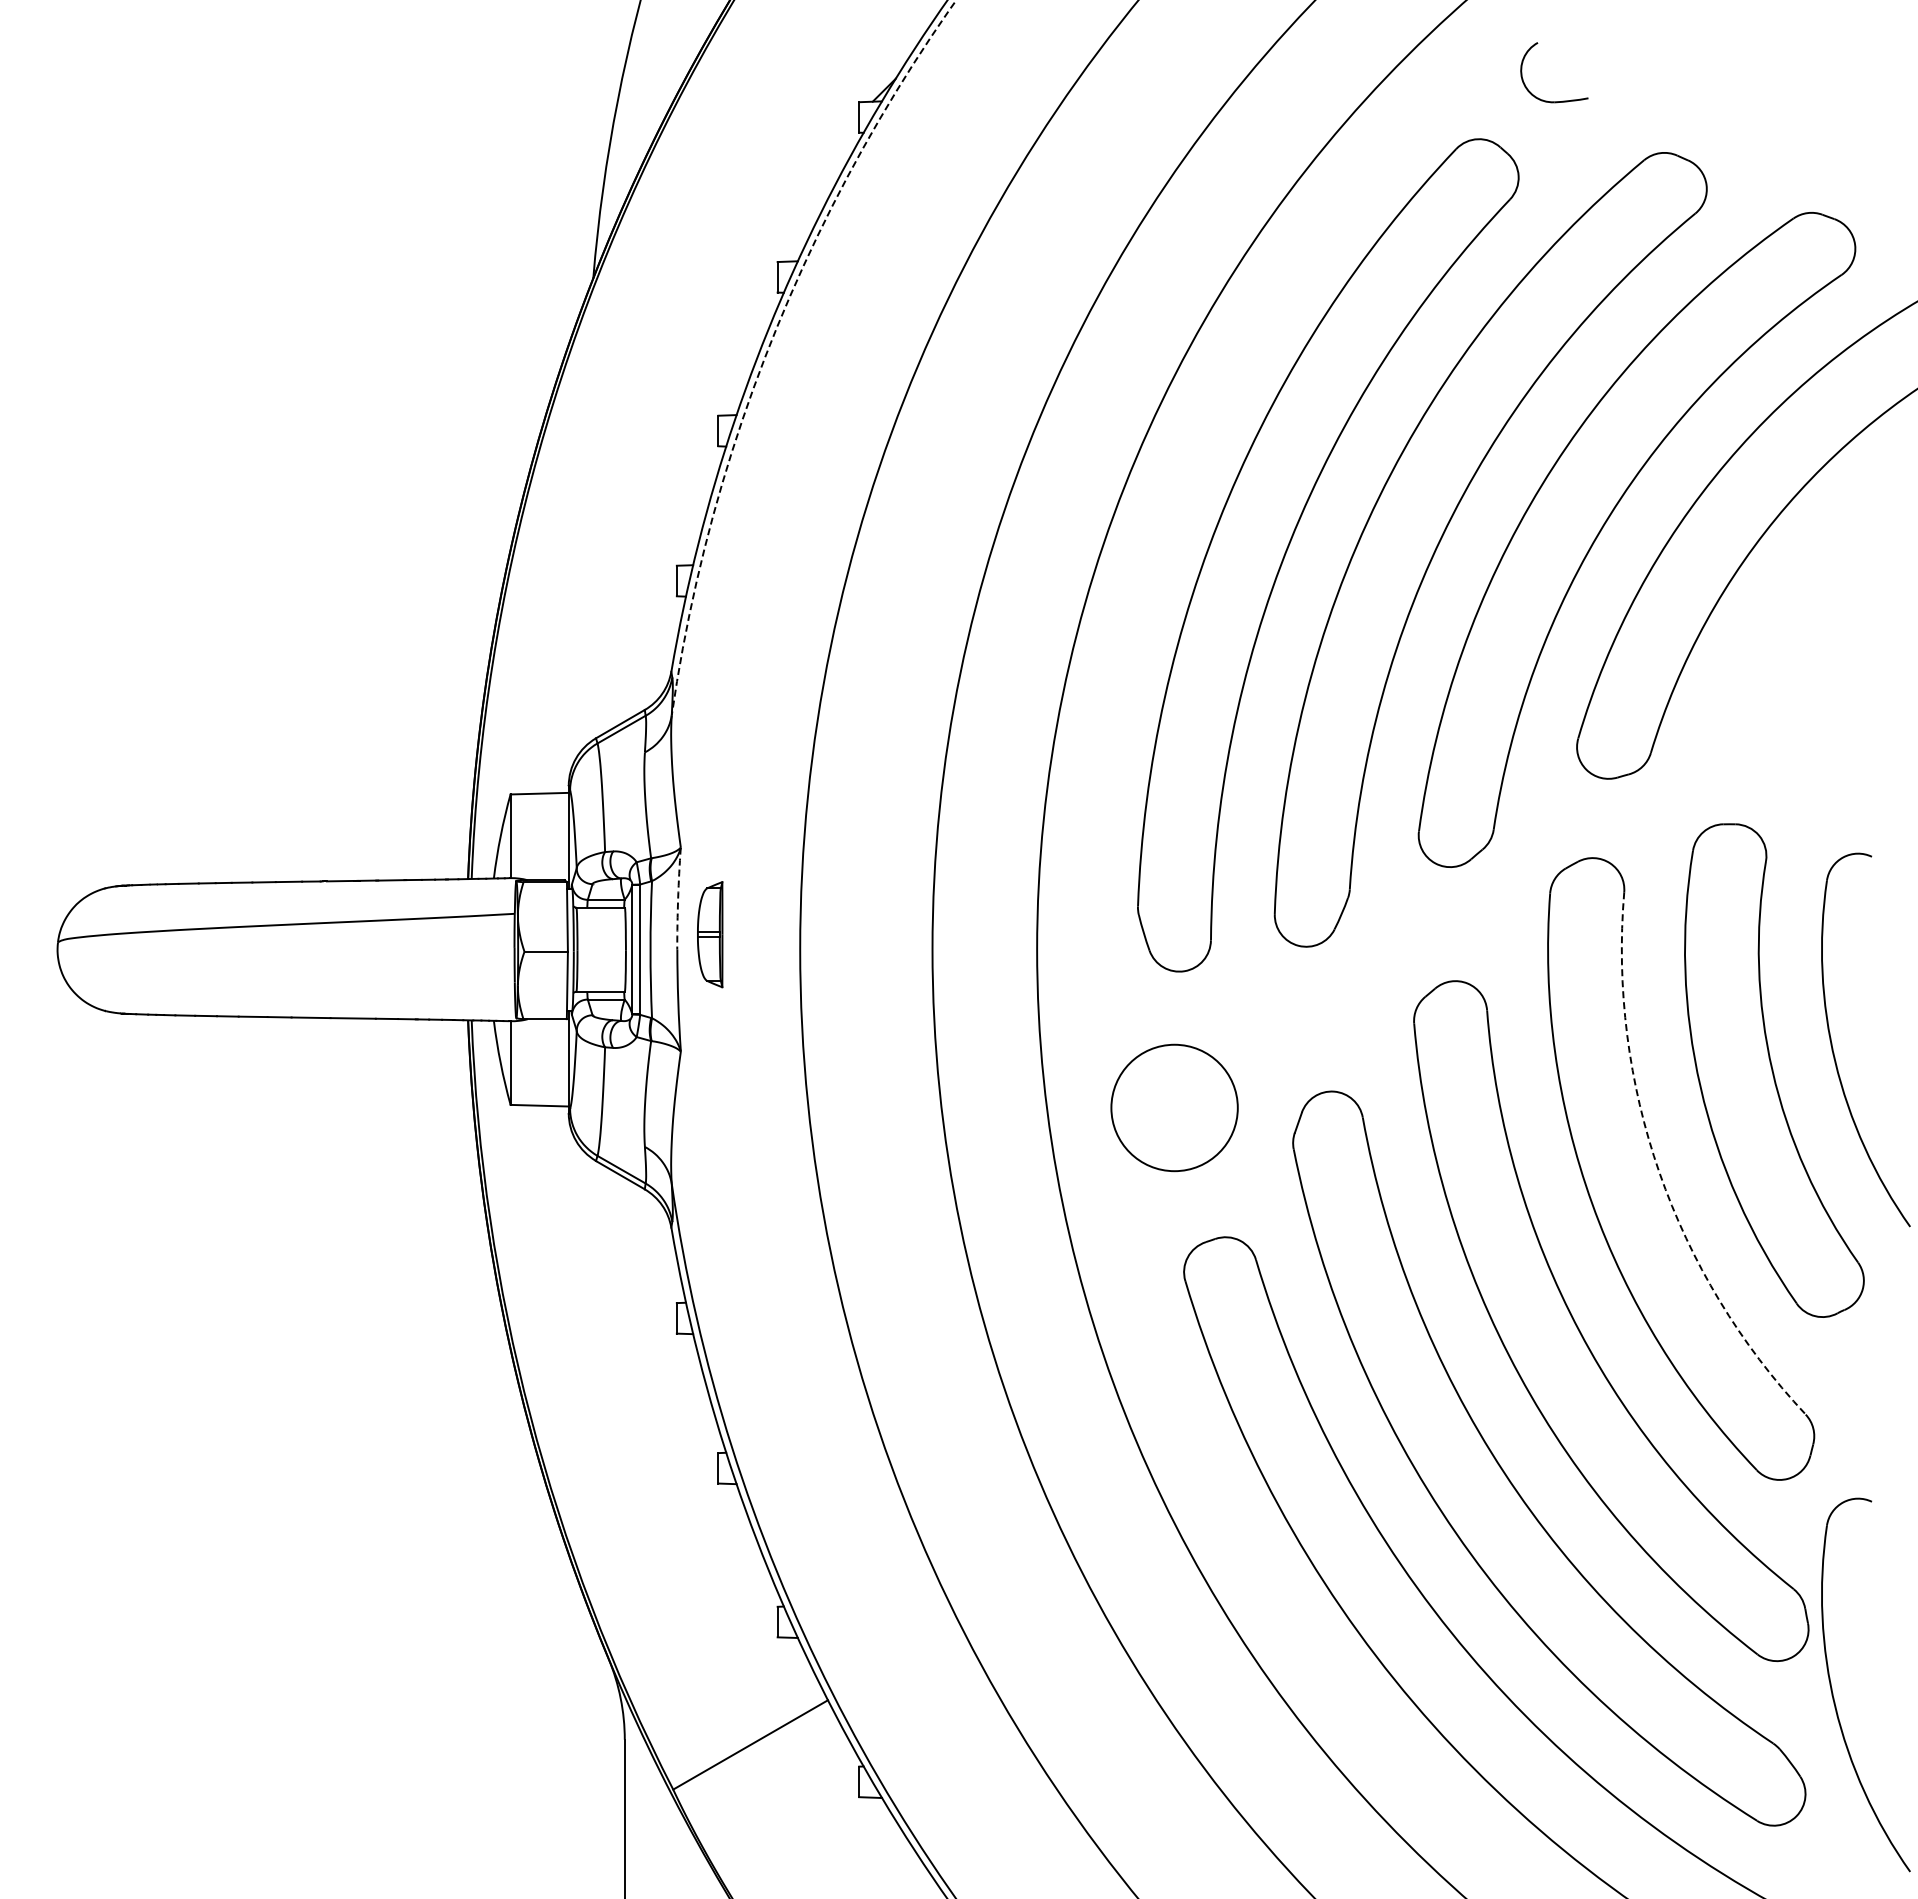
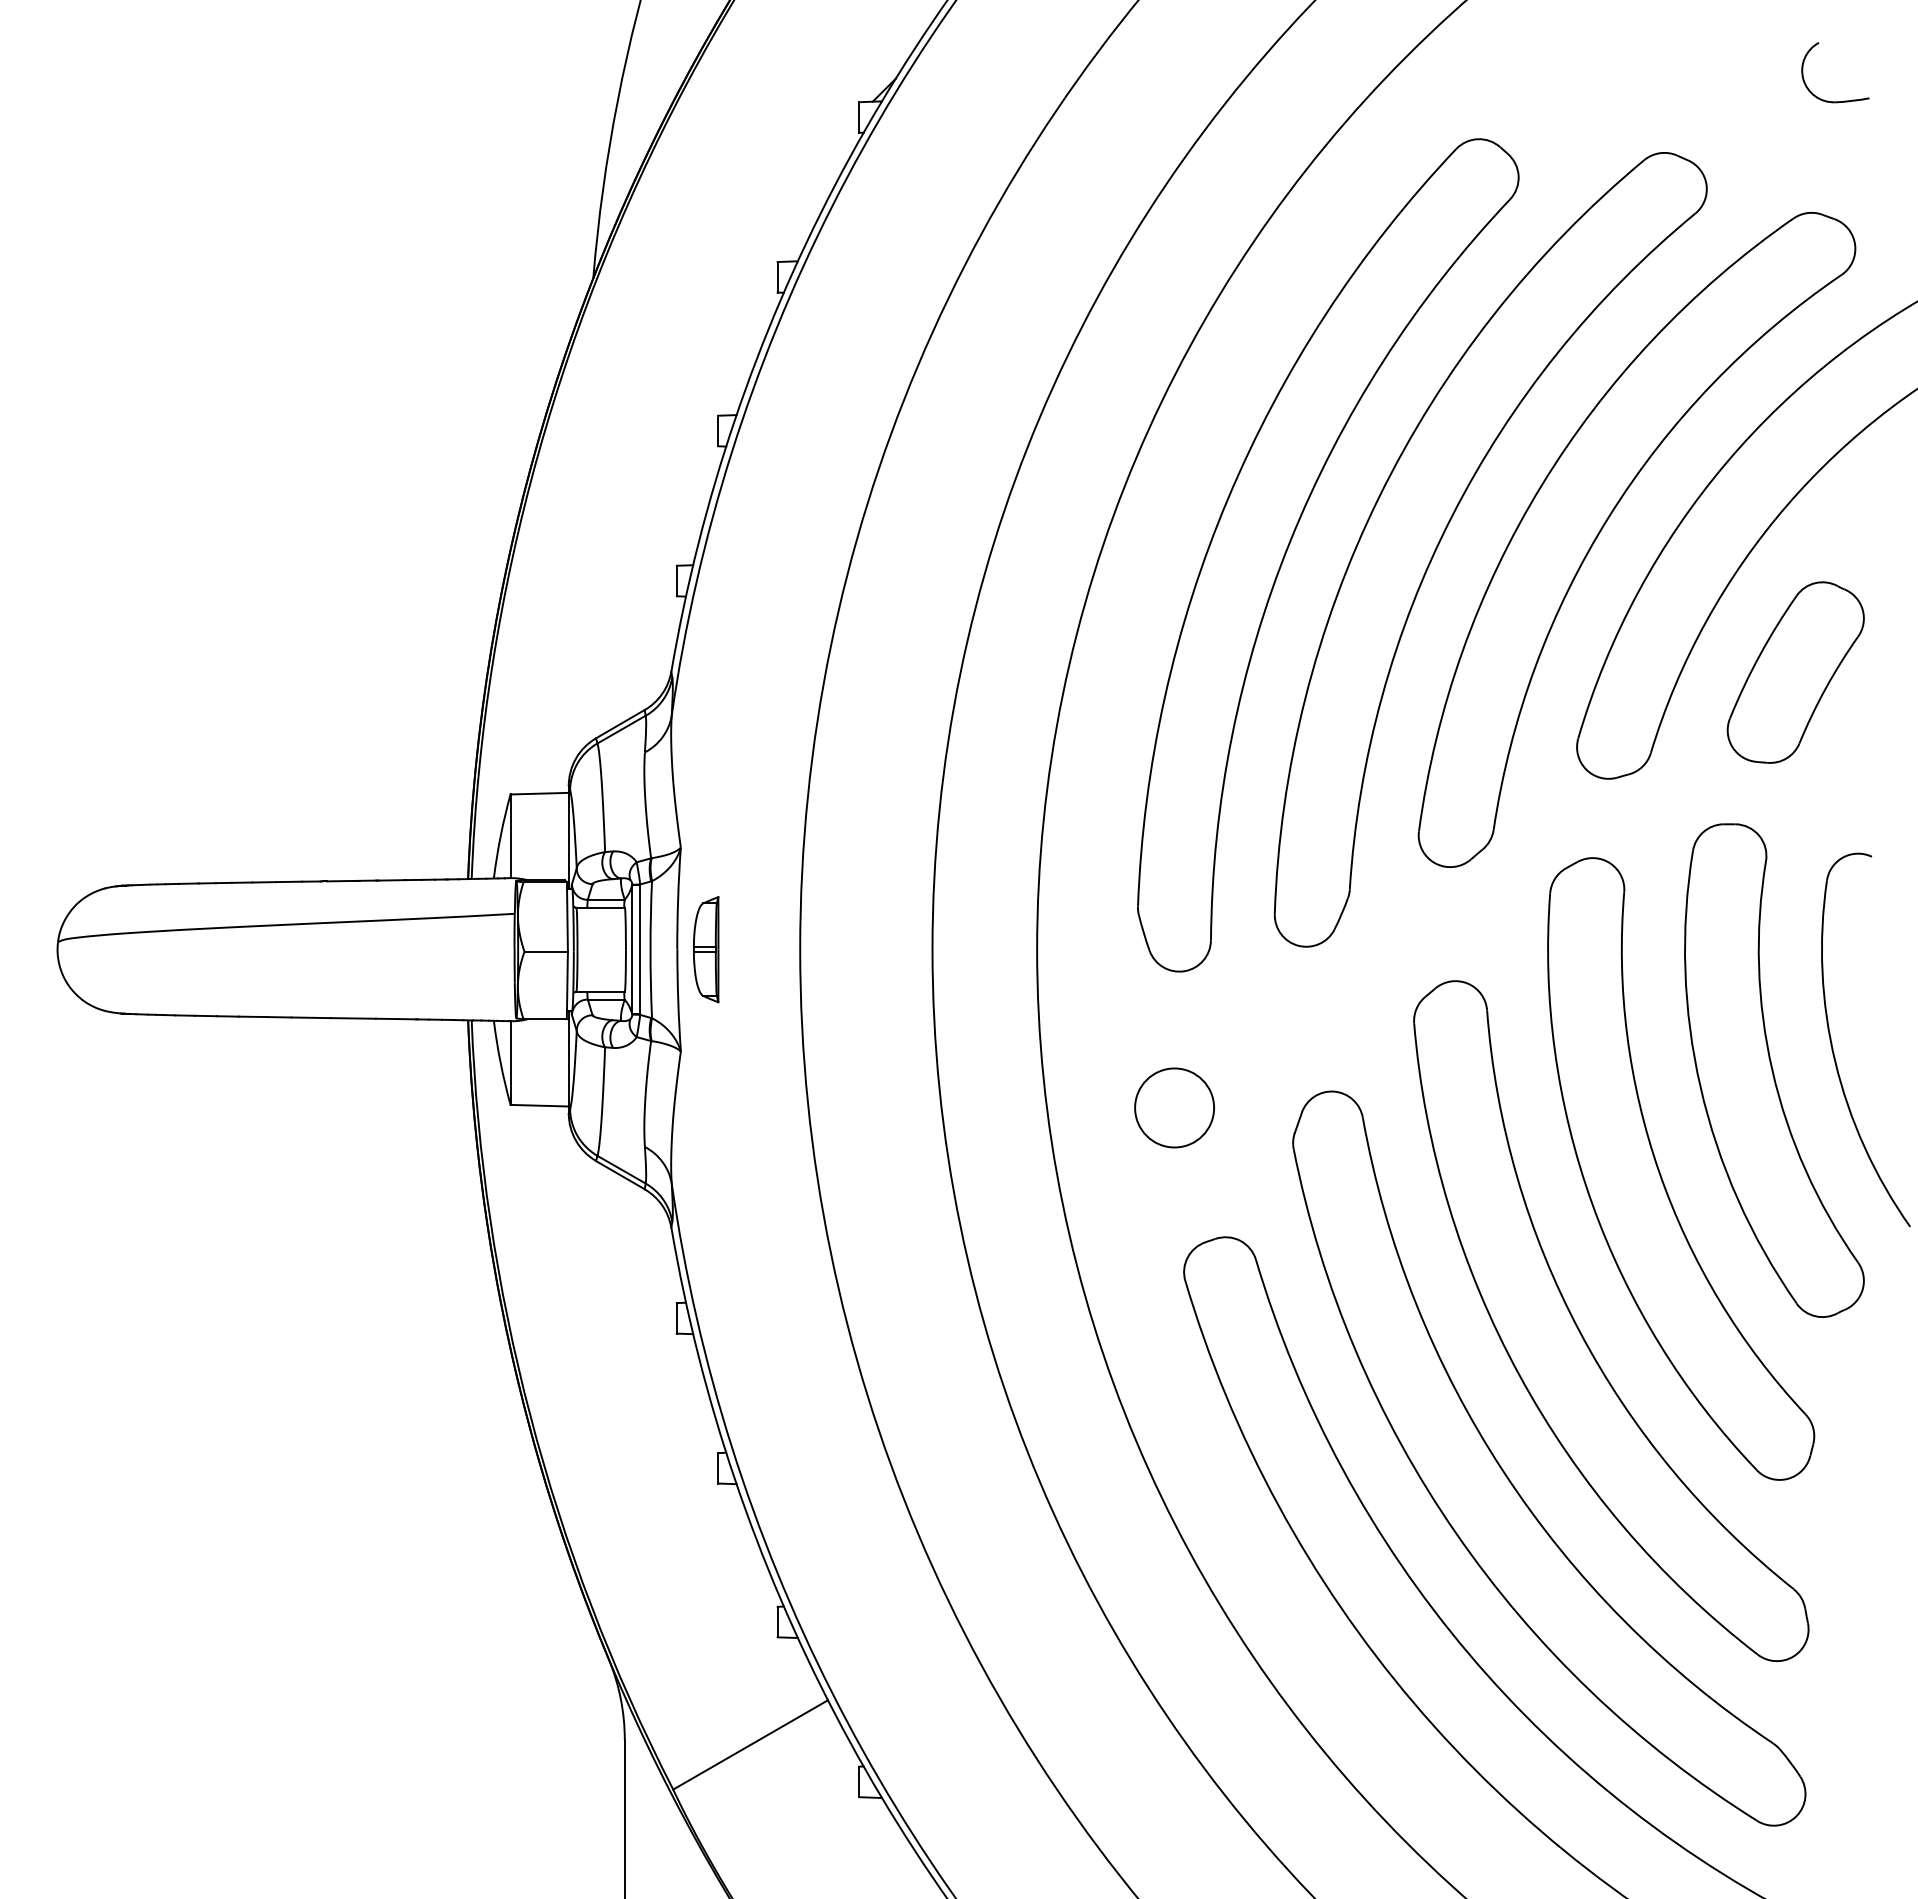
part at (1547, 100) position: (1547, 100) -> (1828, 100)
arc at (771, 341): dashed -> solid
part at (1795, 672): none -> present
arc at (678, 898): dashed -> solid
part at (710, 934) position: (710, 934) -> (706, 949)
circle at (1174, 1107) diameter: 126 px -> 79 px
arc at (1659, 1172): dashed -> solid
part at (1832, 1687): present -> none
